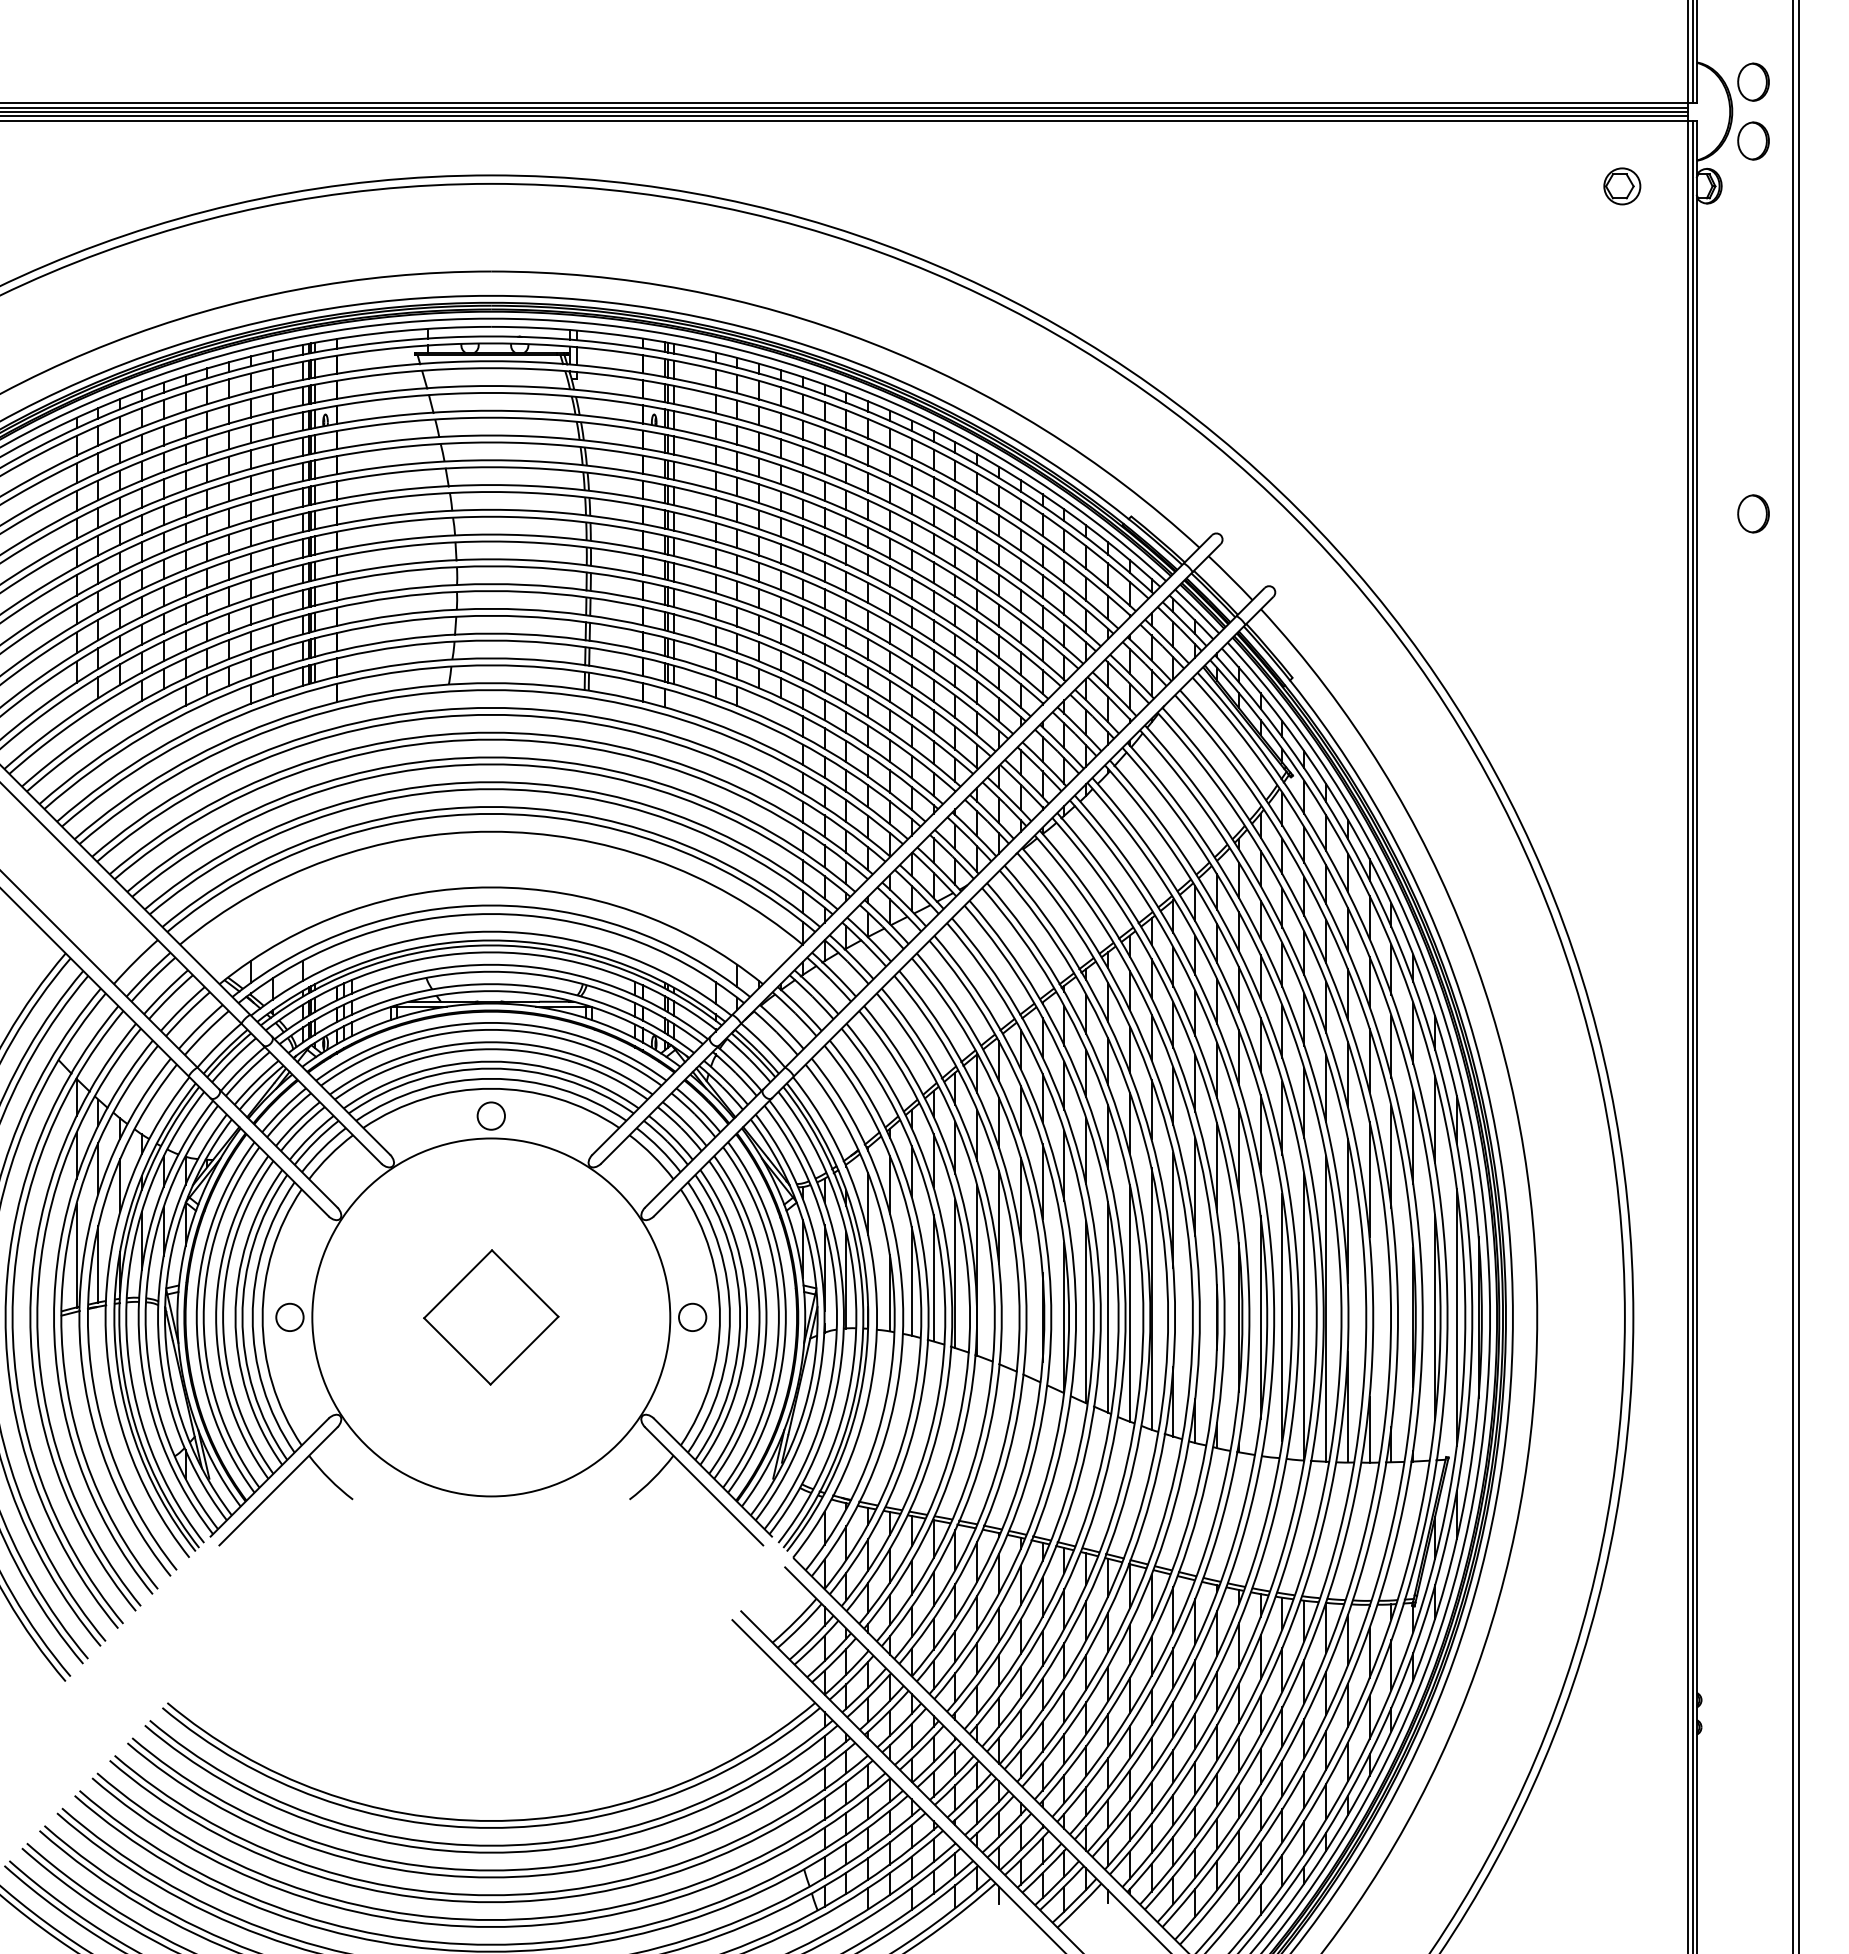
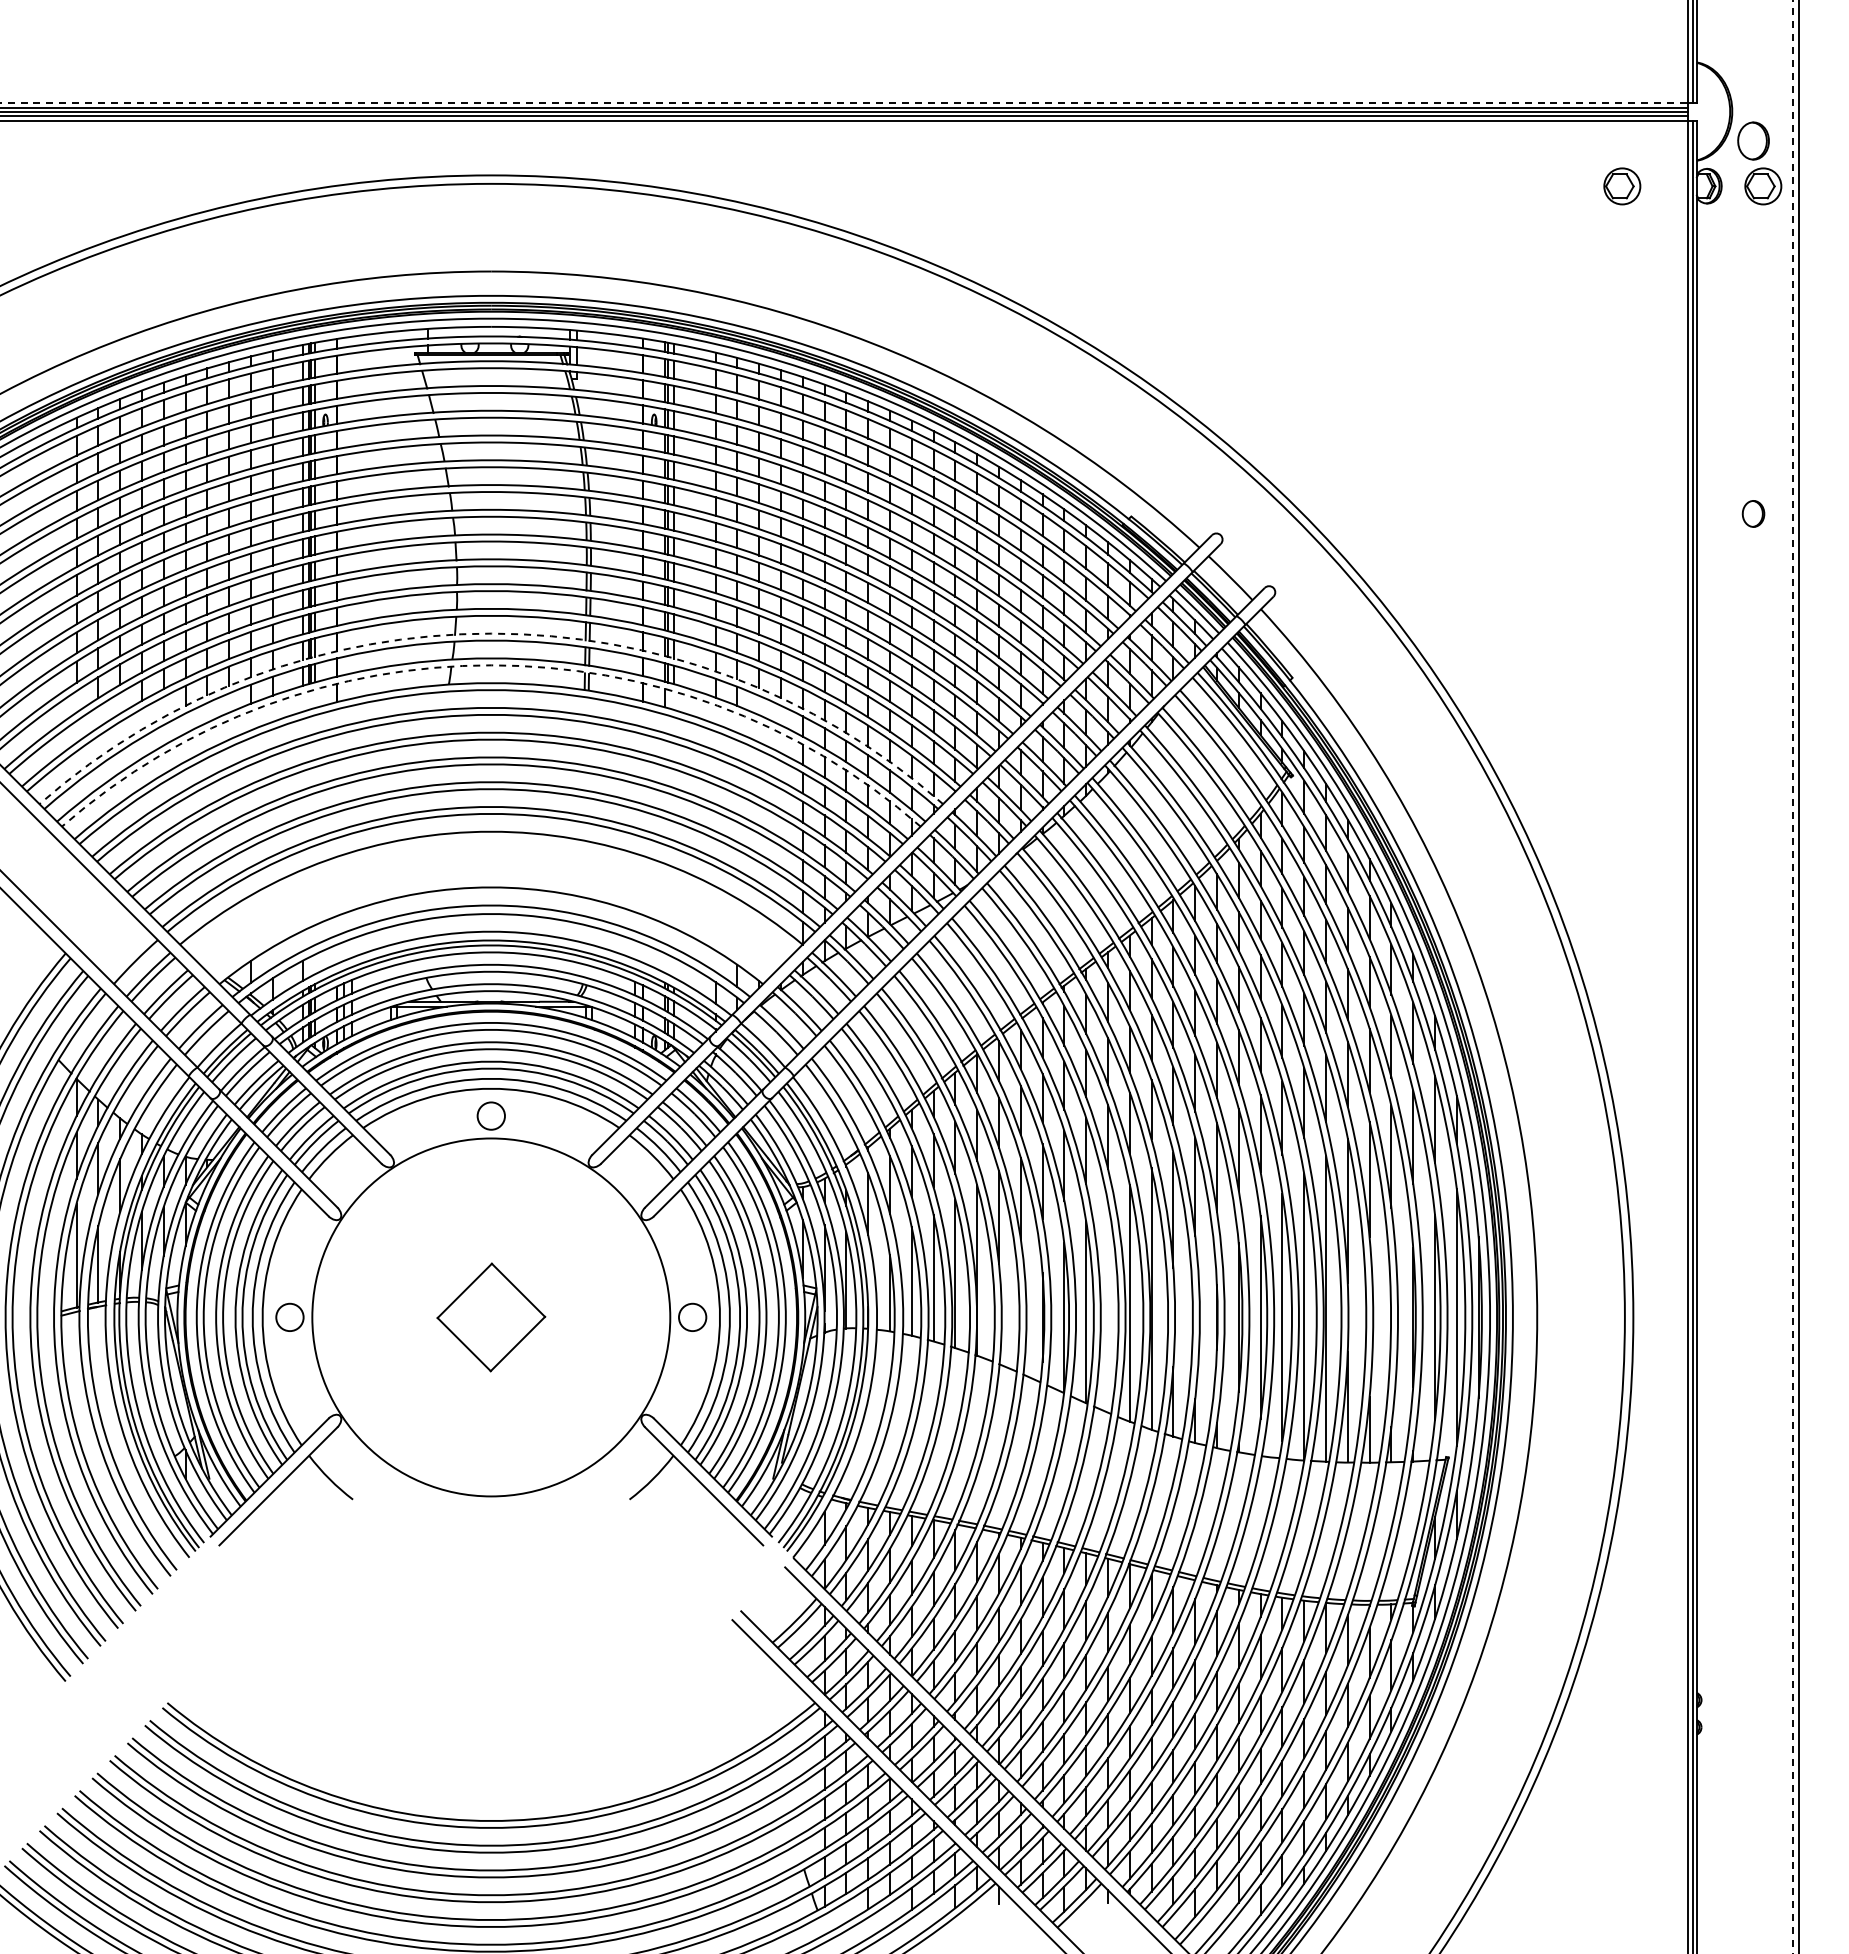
part at (1753, 81): present -> none
line at (844, 103): solid -> dashed
part at (1763, 186): none -> present
part at (1753, 513) size: 33x40 px -> 25x28 px
arc at (491, 633): solid -> dashed
arc at (491, 665): solid -> dashed
line at (1793, 977): solid -> dashed
line at (1107, 1307): present -> none
part at (491, 1317) size: 137x137 px -> 111x111 px
